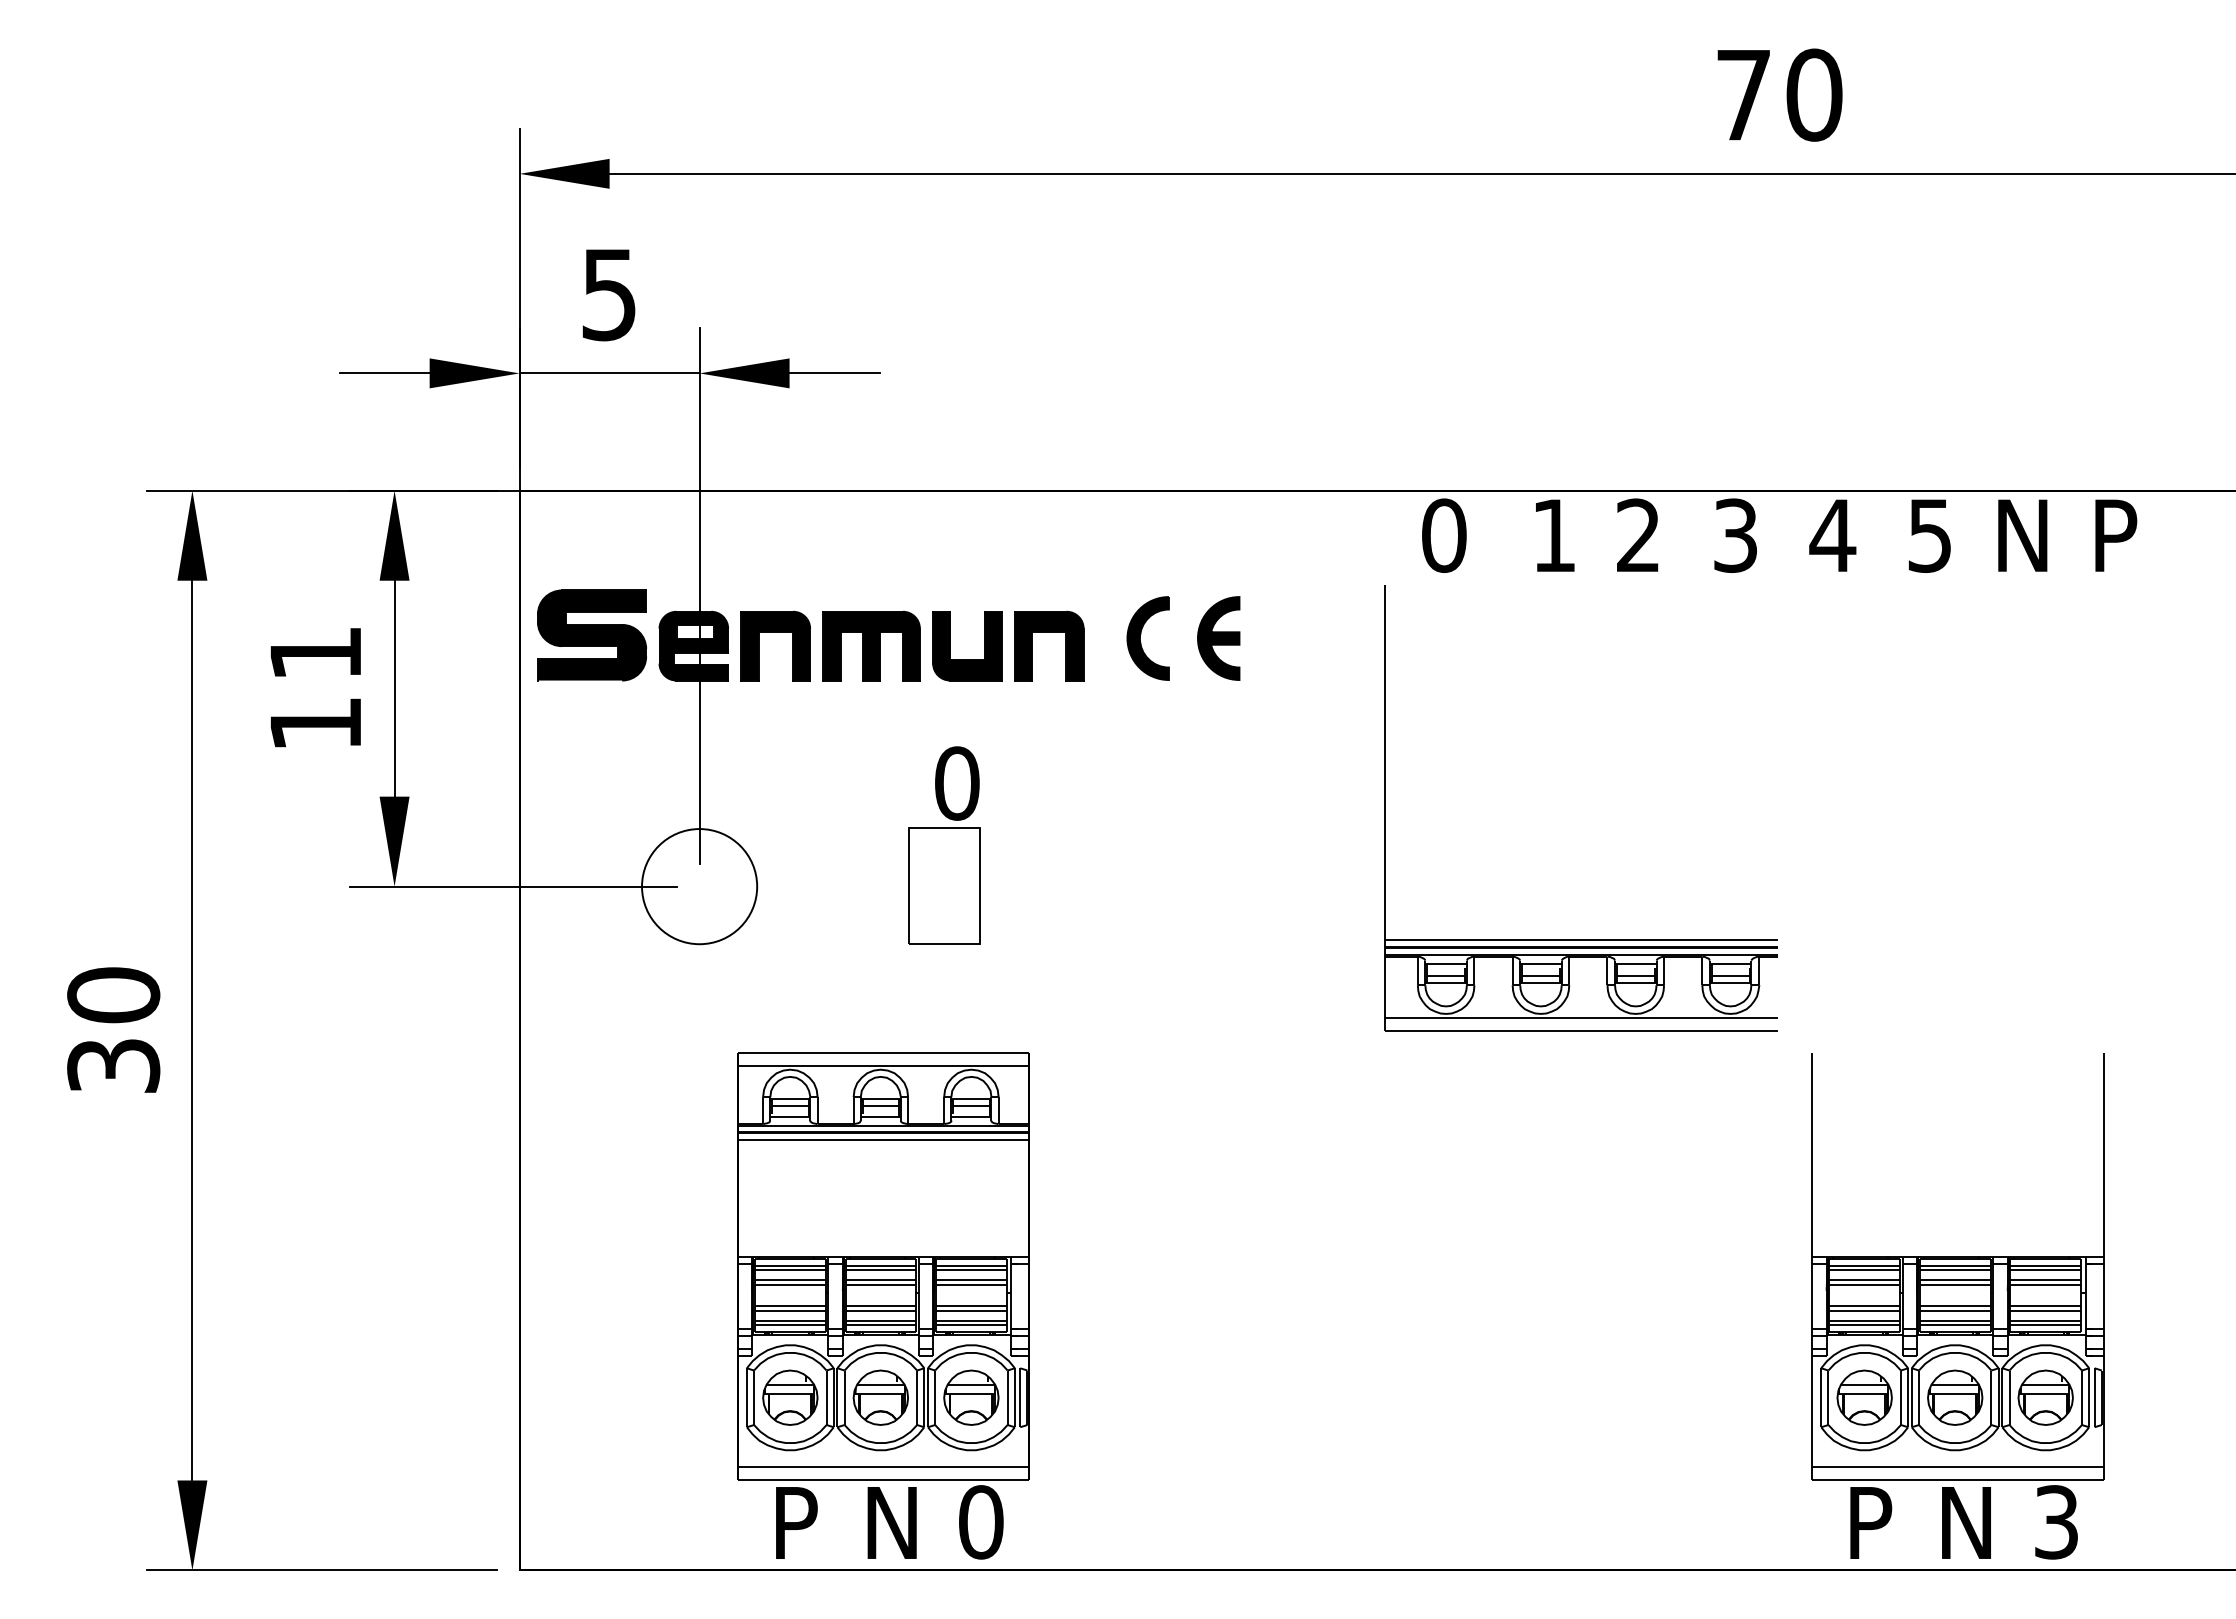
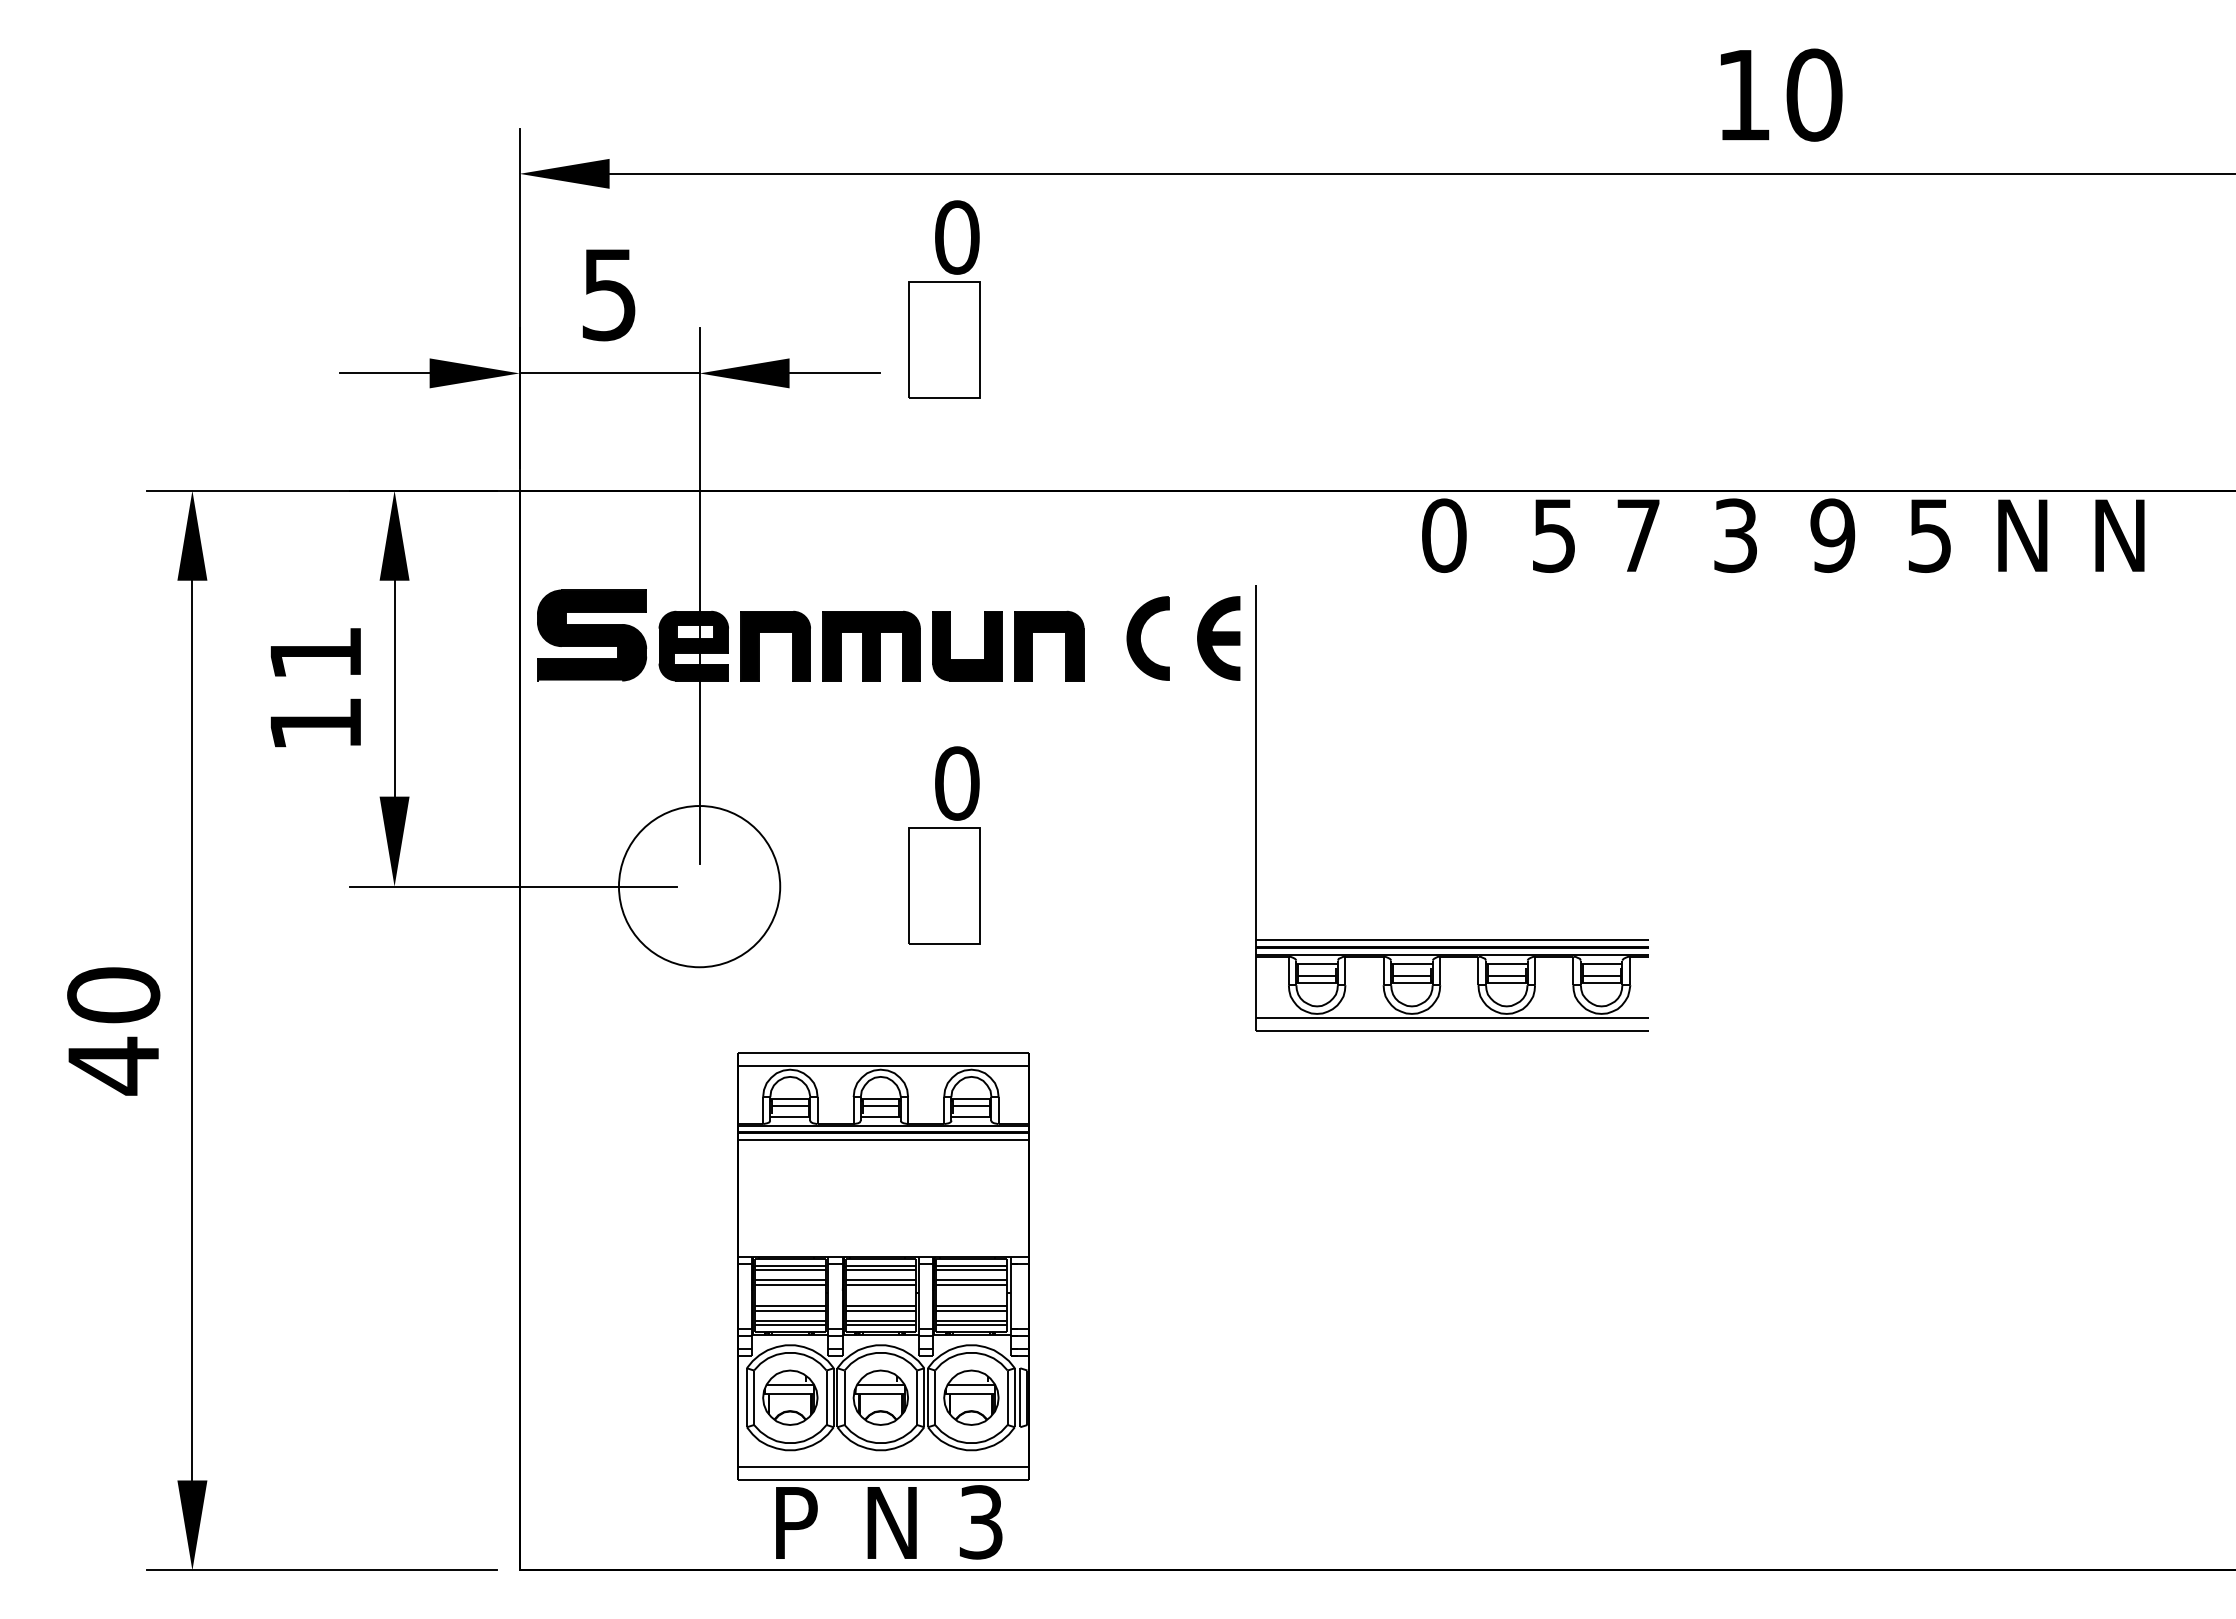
text at (1743, 95): 70 -> 10
part at (944, 299): none -> present
text at (1638, 534): 2 -> 7
text at (1553, 535): 1 -> 5
text at (1832, 535): 4 -> 9
text at (2124, 535): P -> N
circle at (699, 886) diameter: 115 px -> 161 px
part at (1580, 939) position: (1580, 939) -> (1451, 939)
text at (113, 1065): 30 -> 40
part at (1957, 1306): present -> none
text at (981, 1522): 0 -> 3
